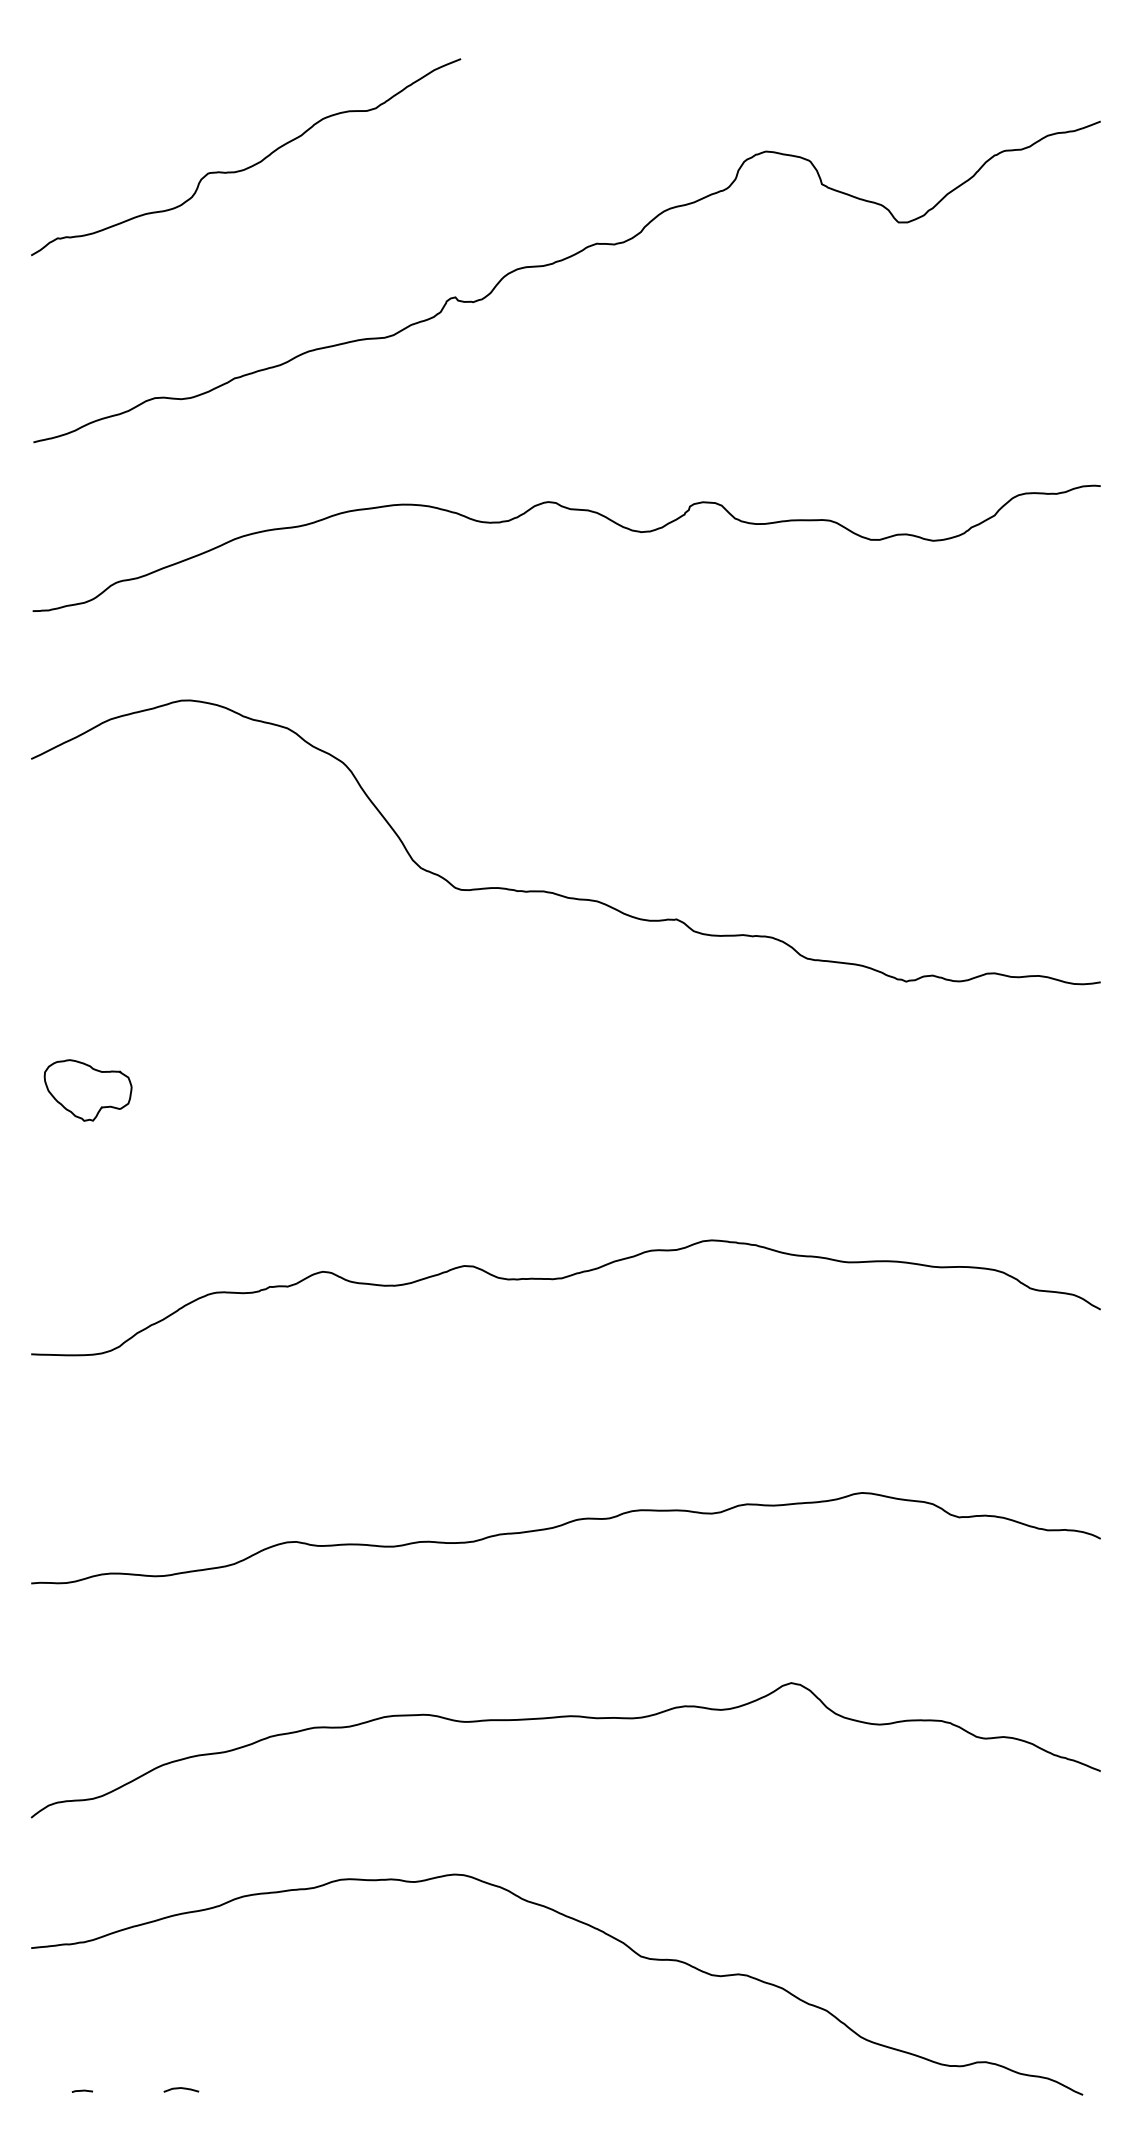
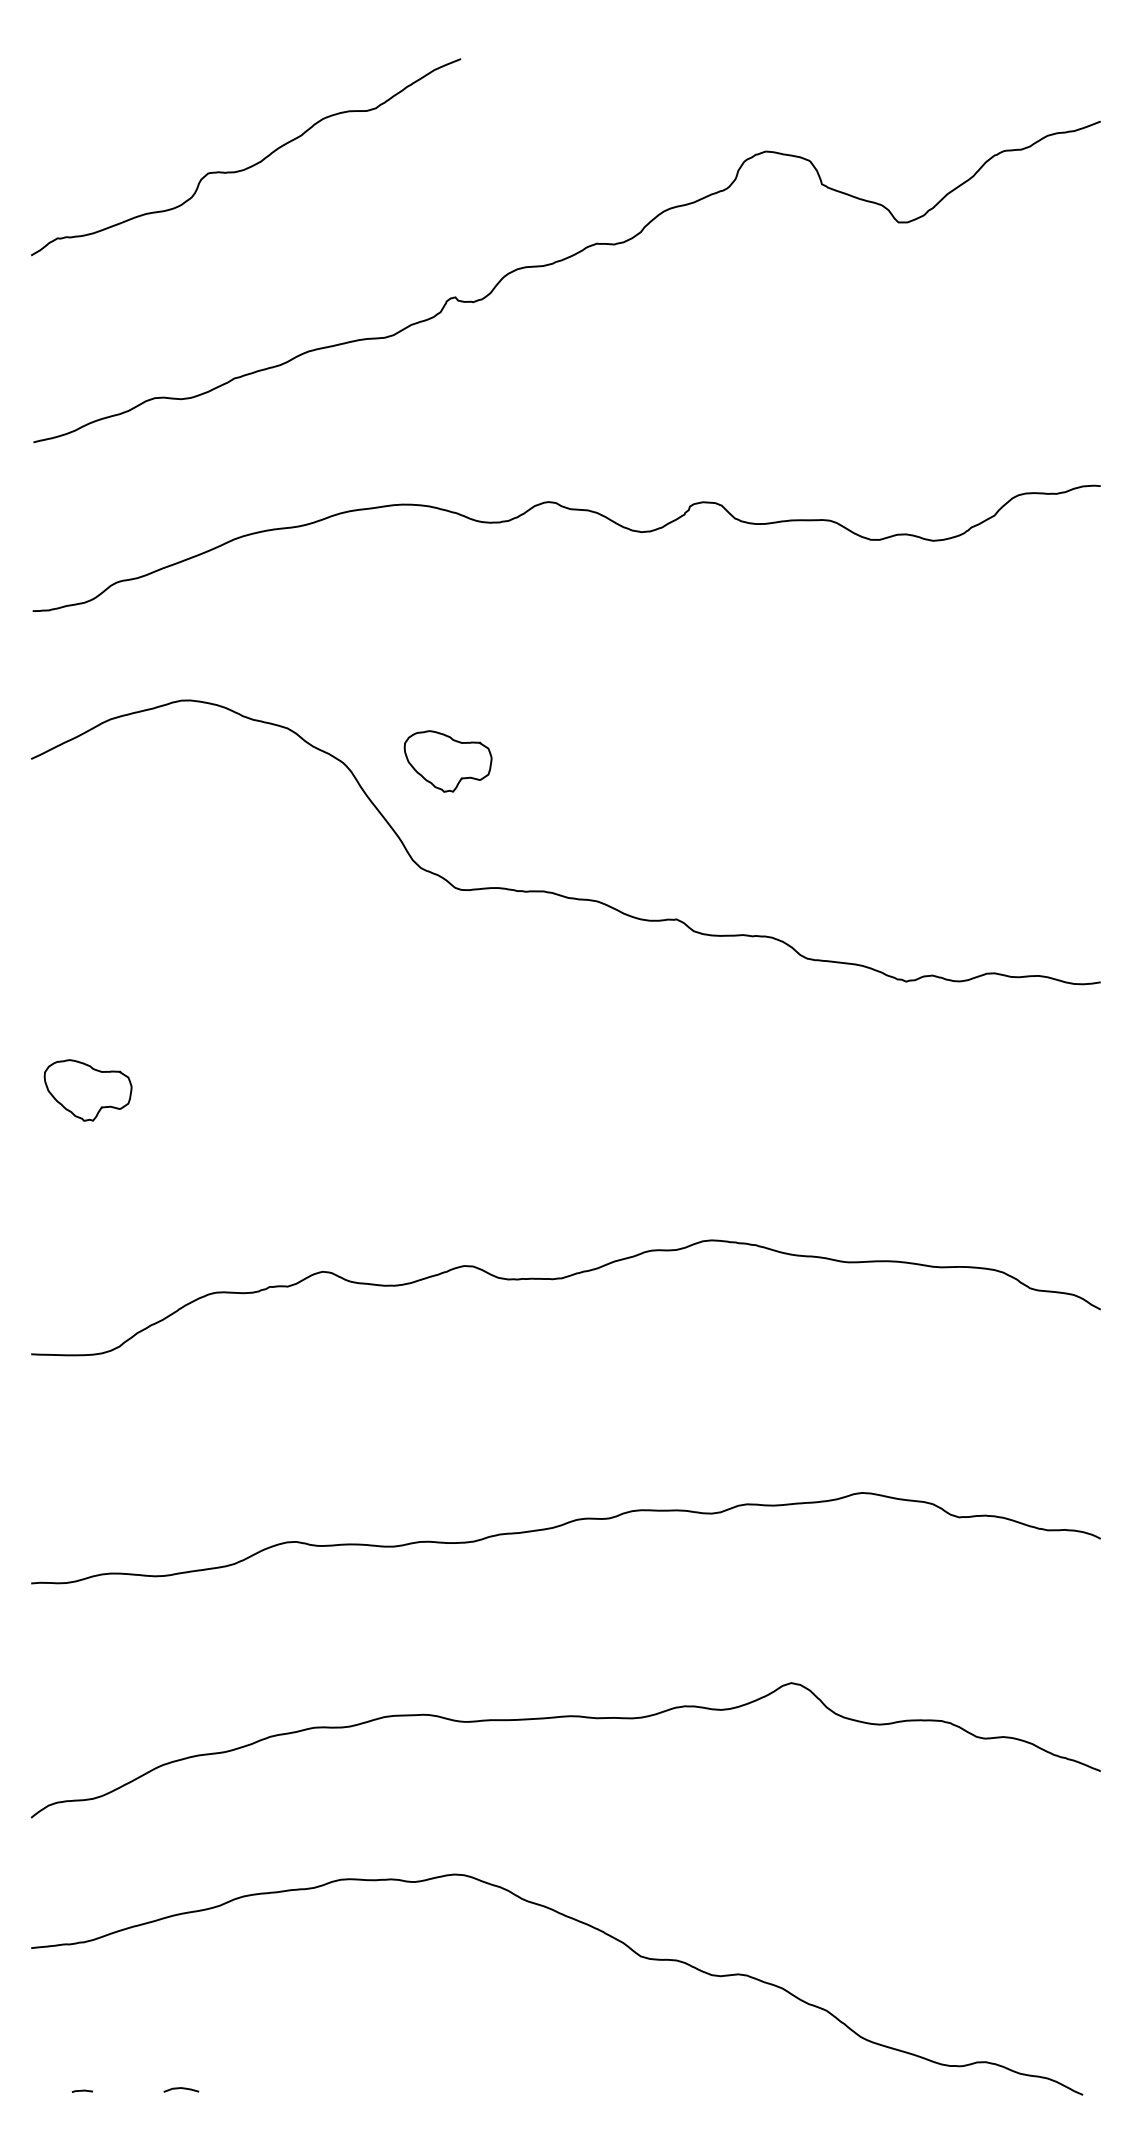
part at (447, 761): none -> present
